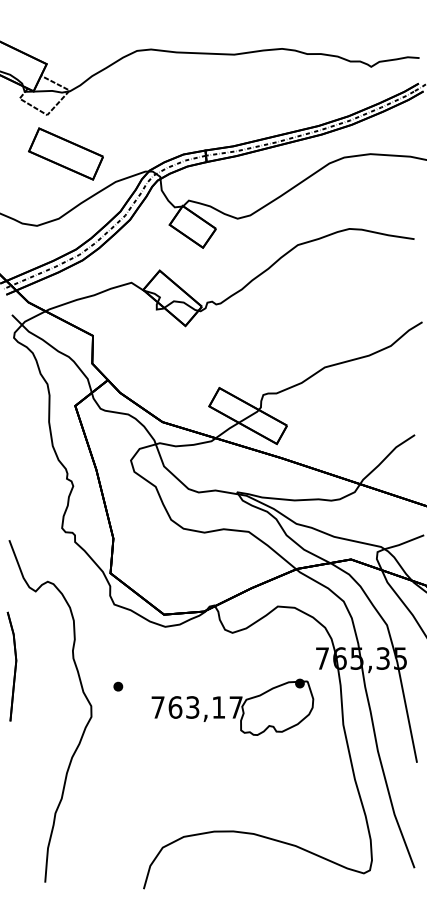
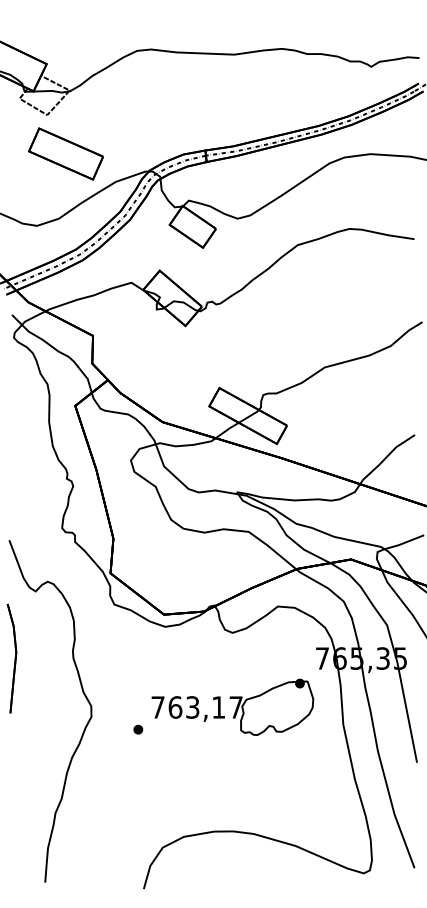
part at (11, 666) position: (11, 666) -> (11, 658)
part at (118, 686) position: (118, 686) -> (138, 729)
